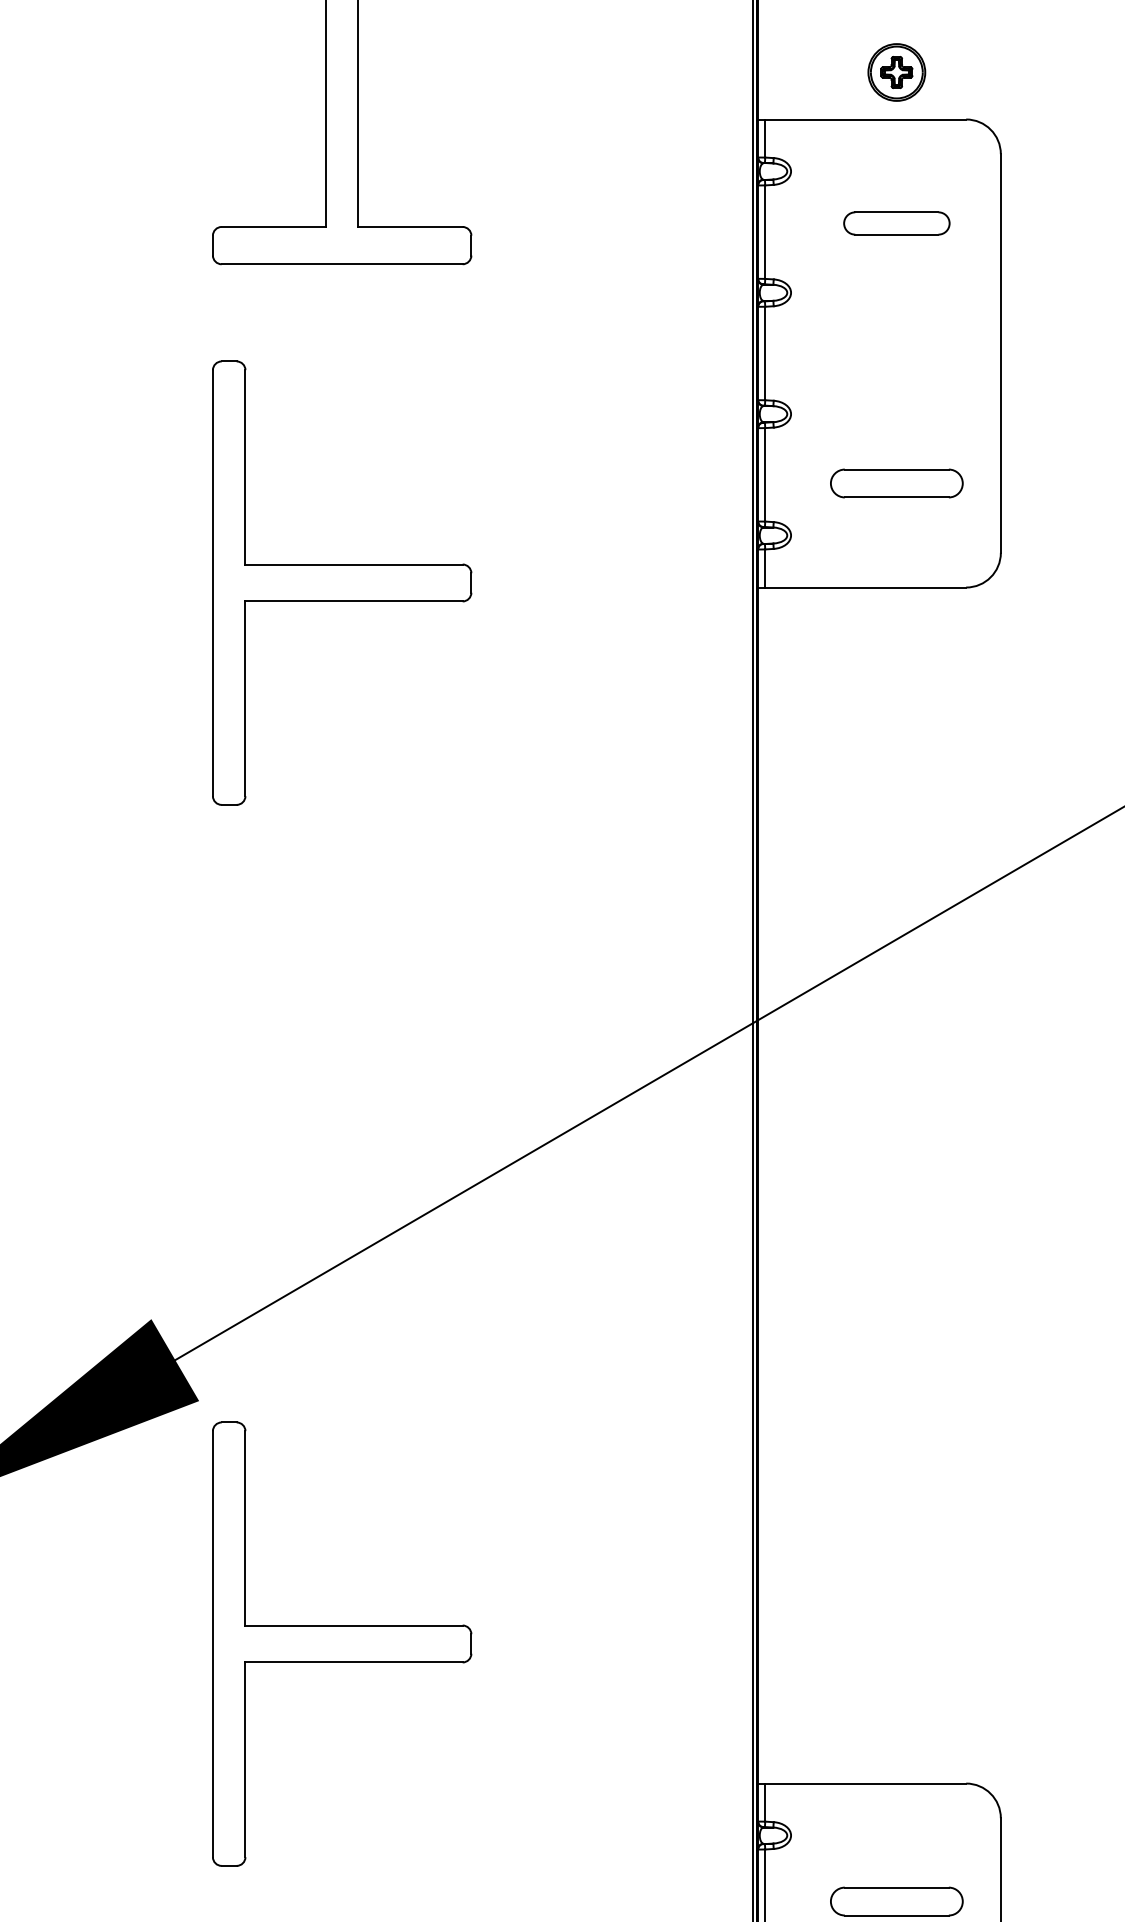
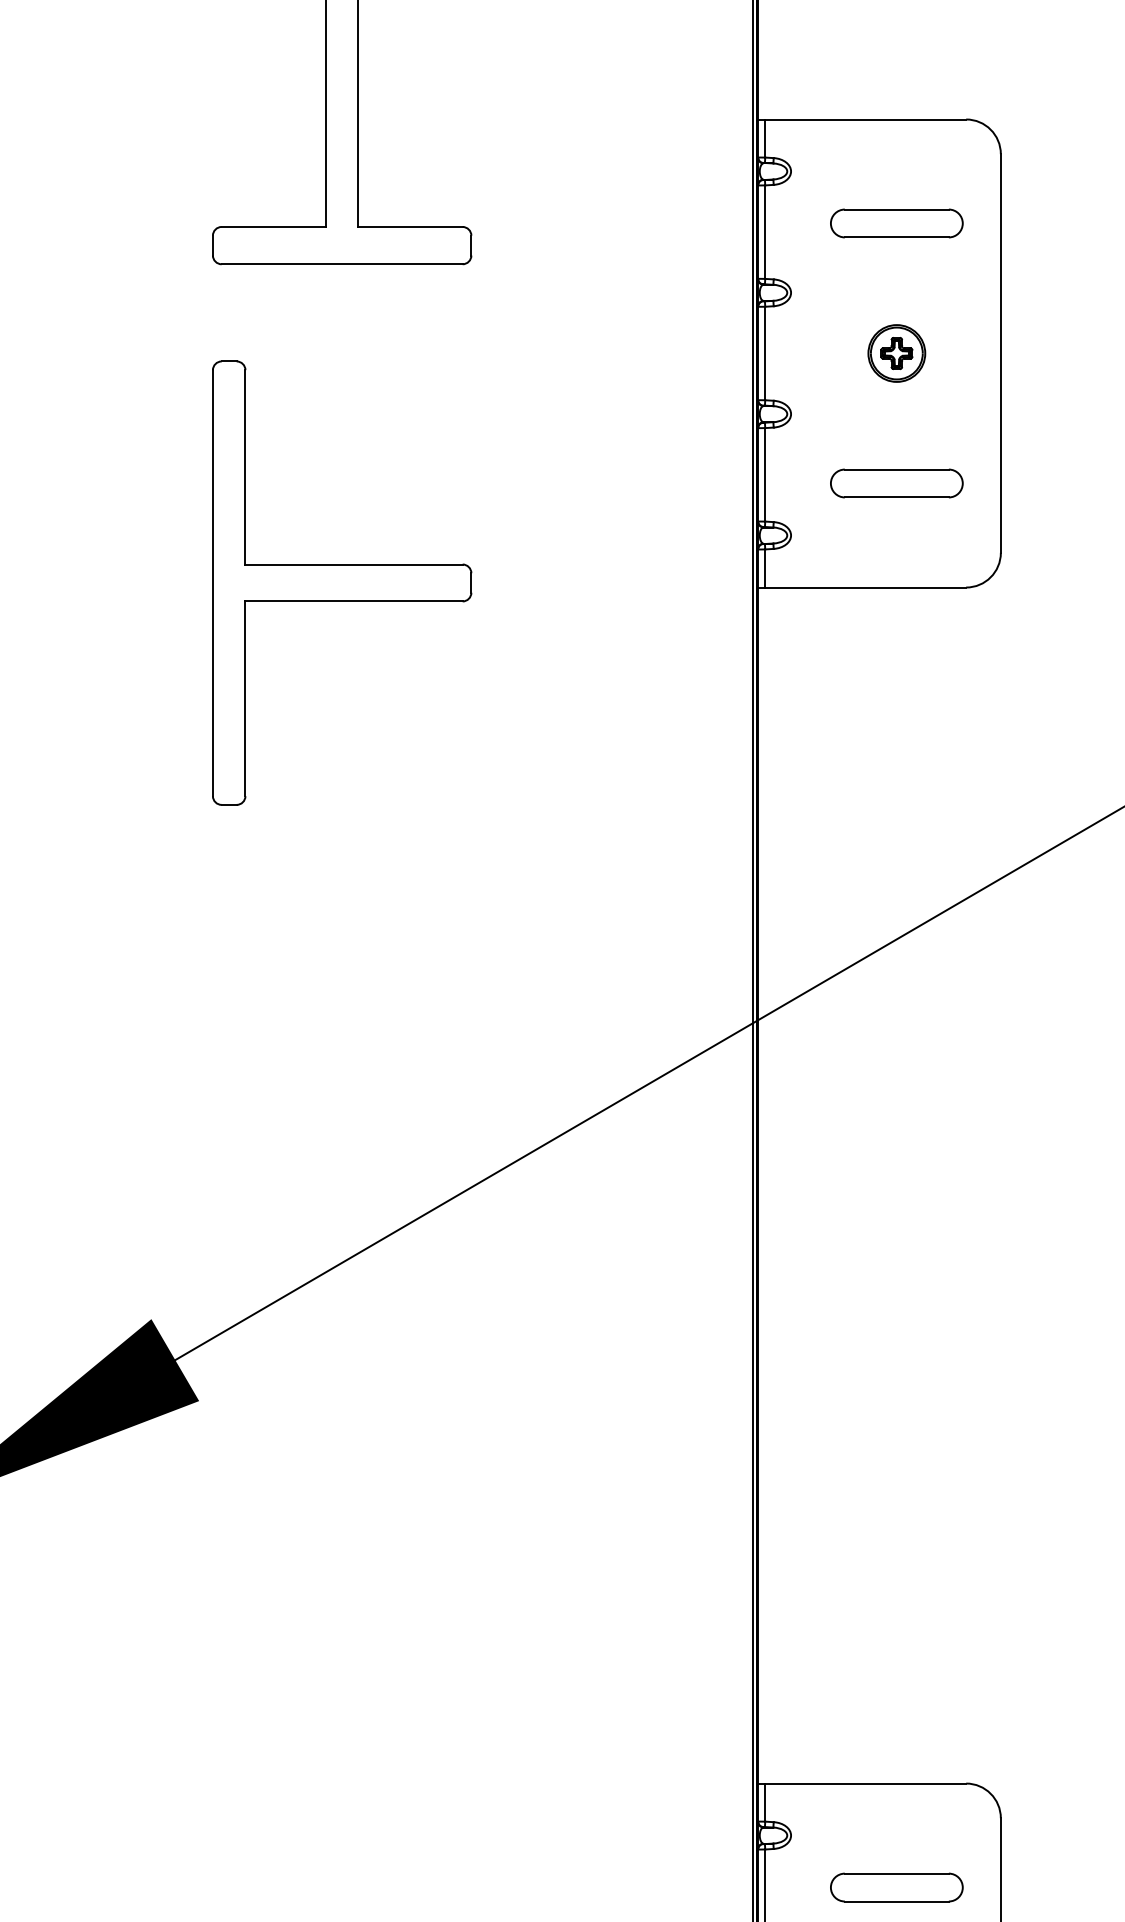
part at (896, 72) position: (896, 72) -> (896, 353)
part at (896, 223) size: 108x25 px -> 134x31 px
part at (342, 1643): present -> none
part at (896, 1901) position: (896, 1901) -> (896, 1887)
